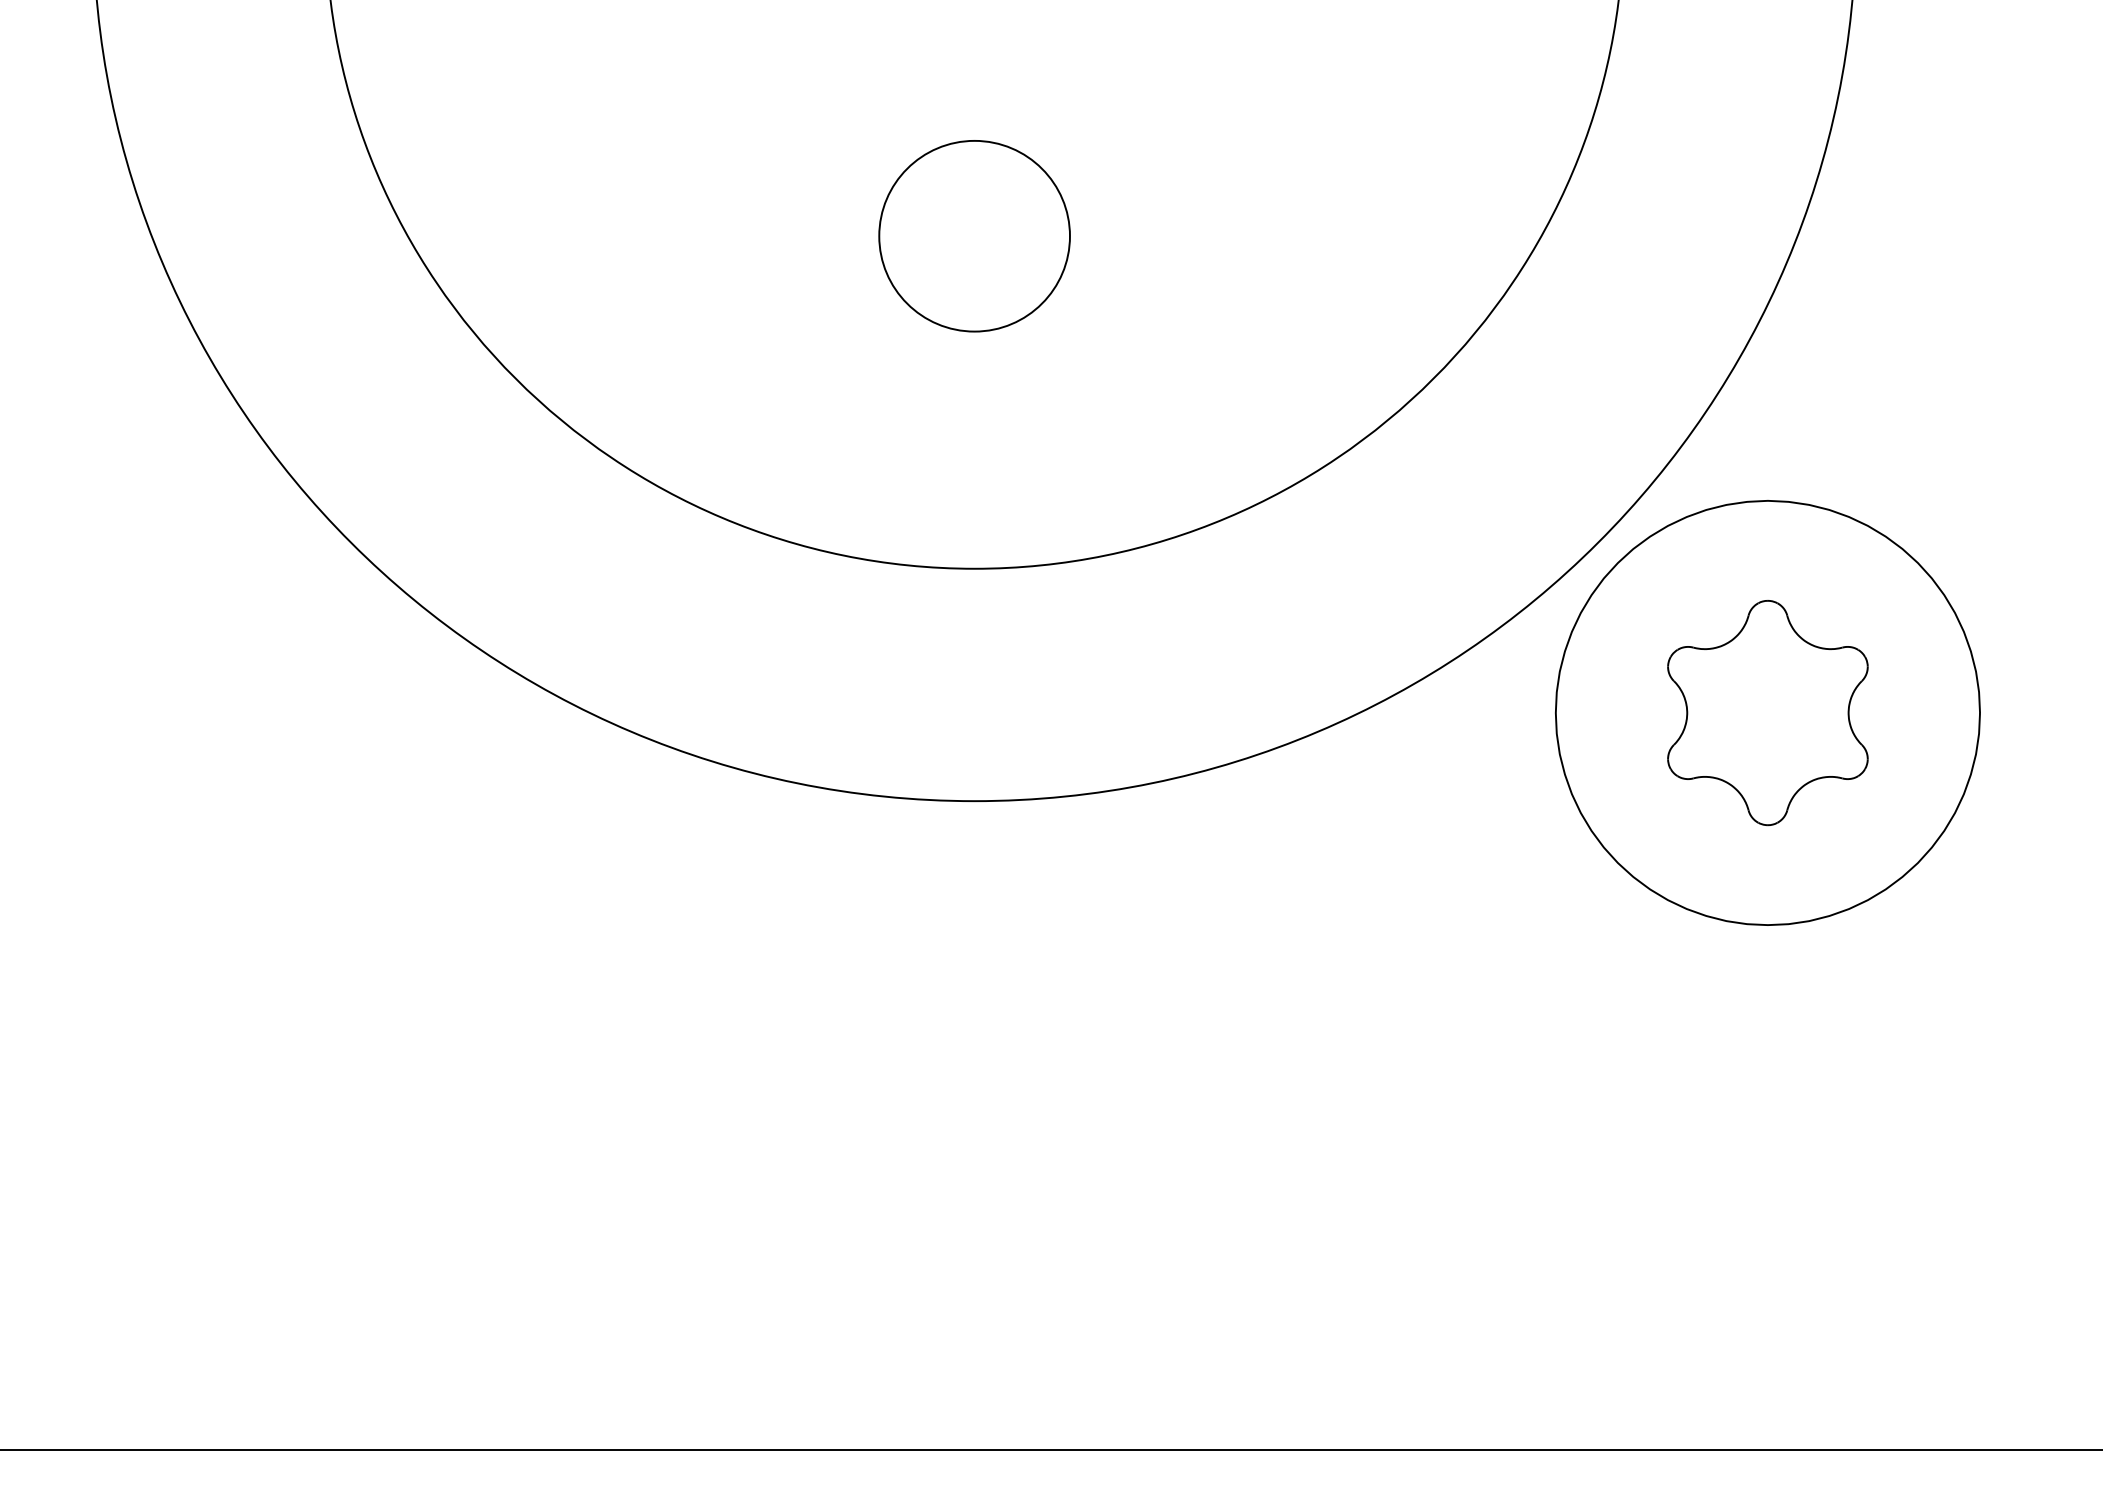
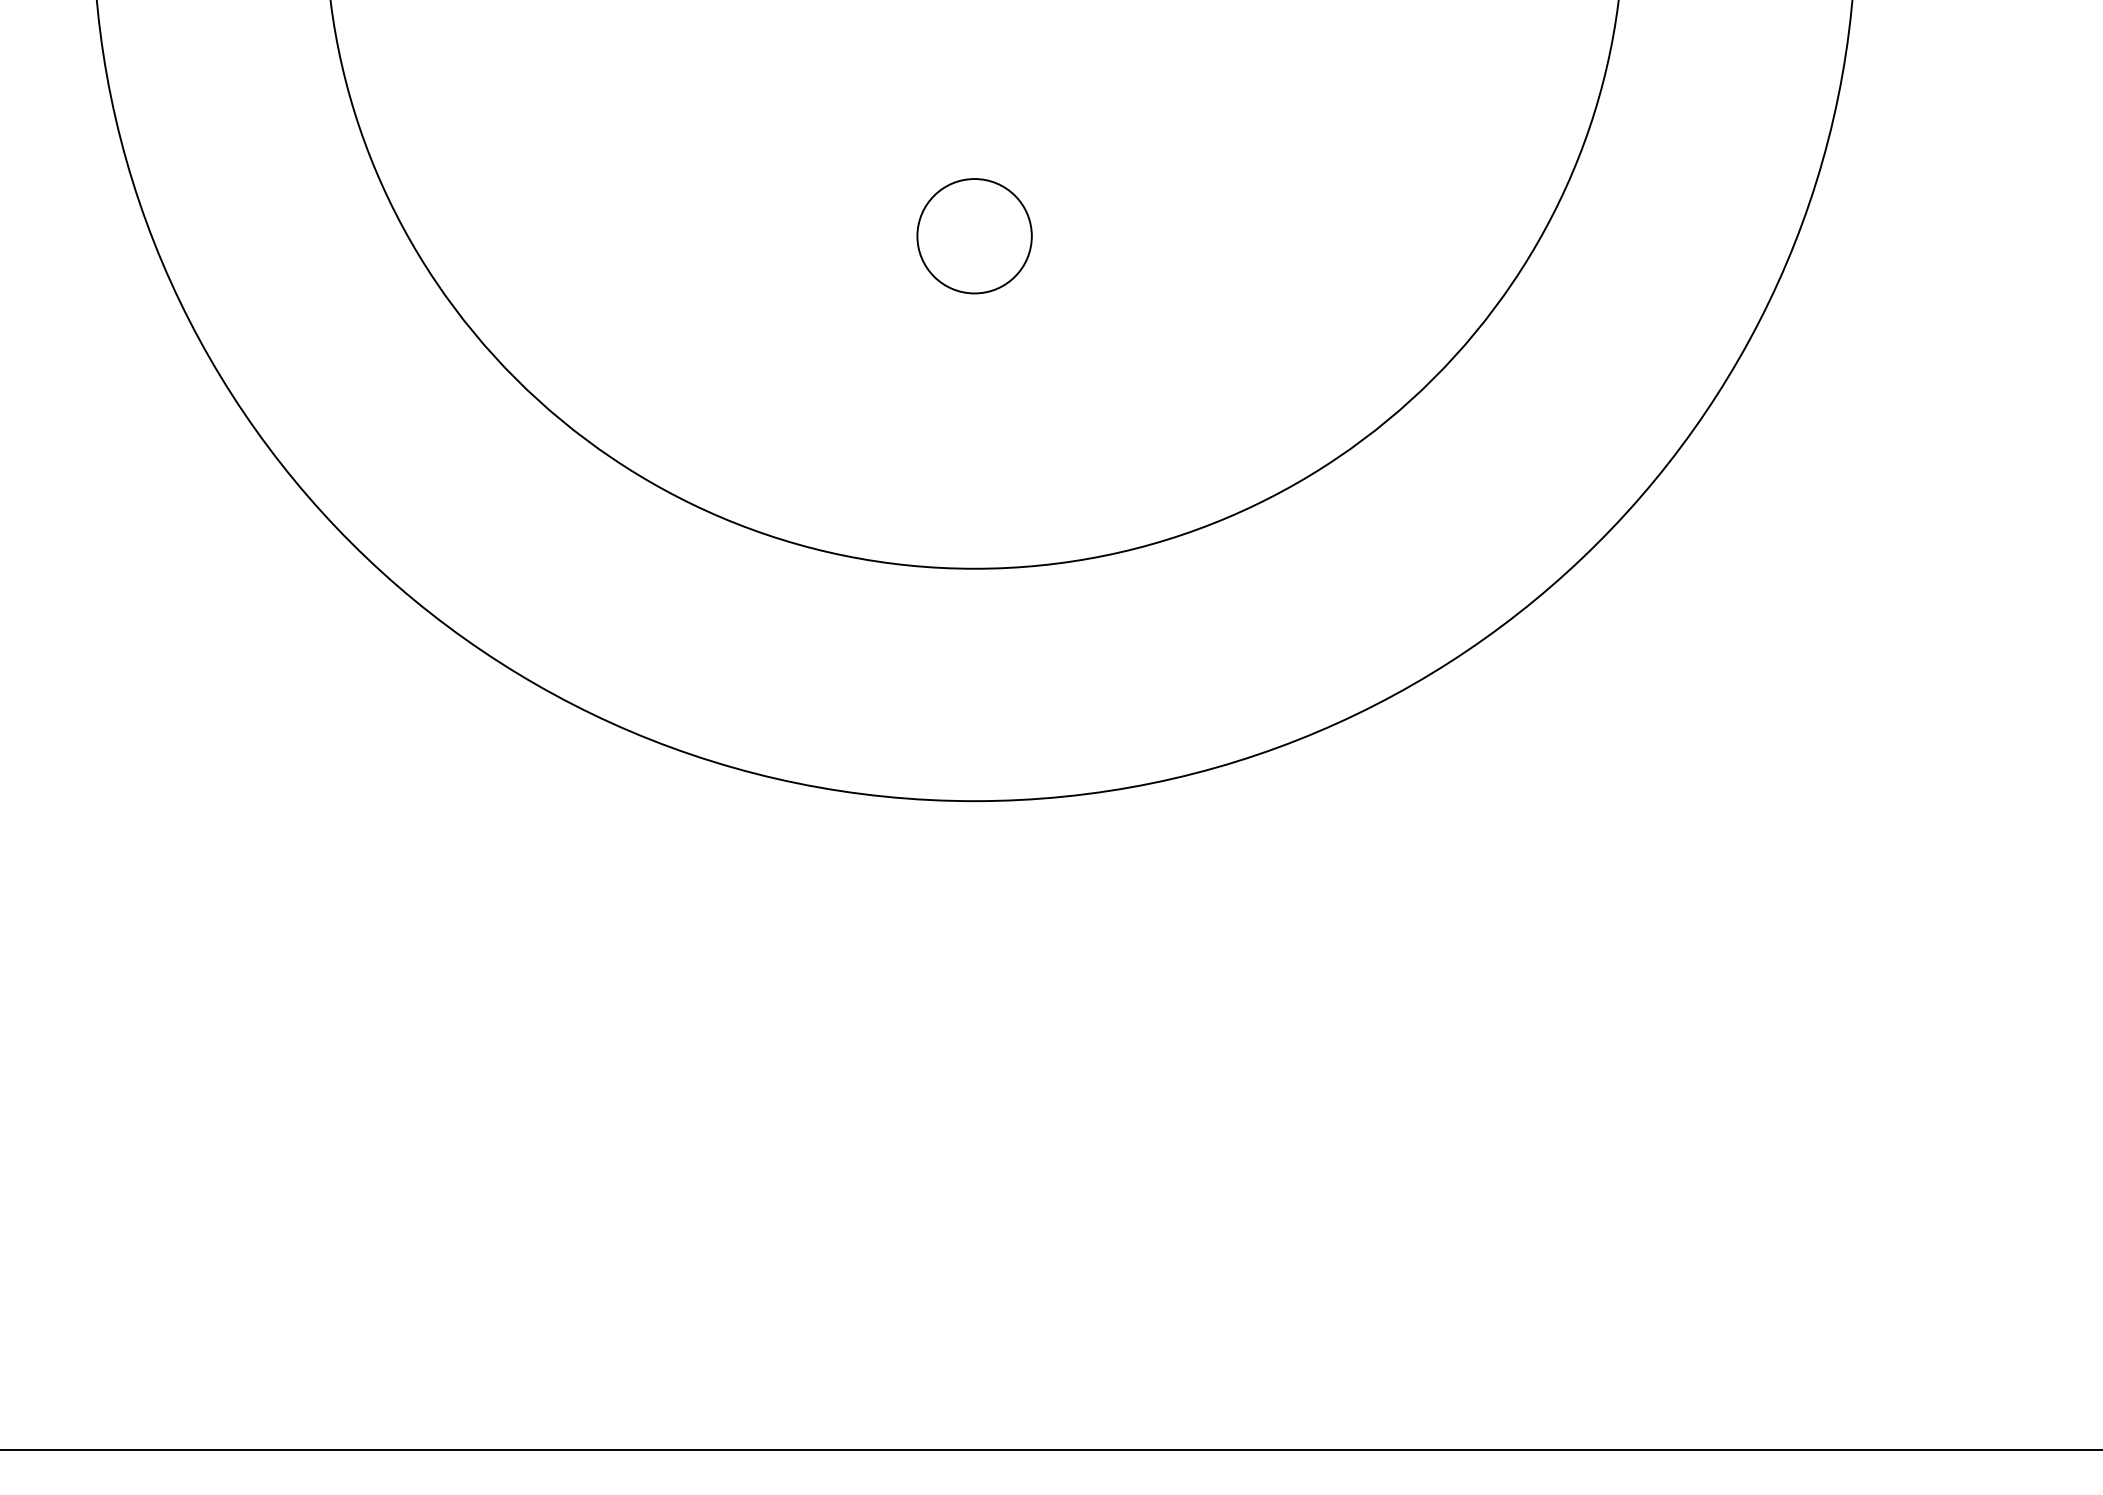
circle at (974, 235) diameter: 191 px -> 114 px
part at (1767, 712): present -> none
